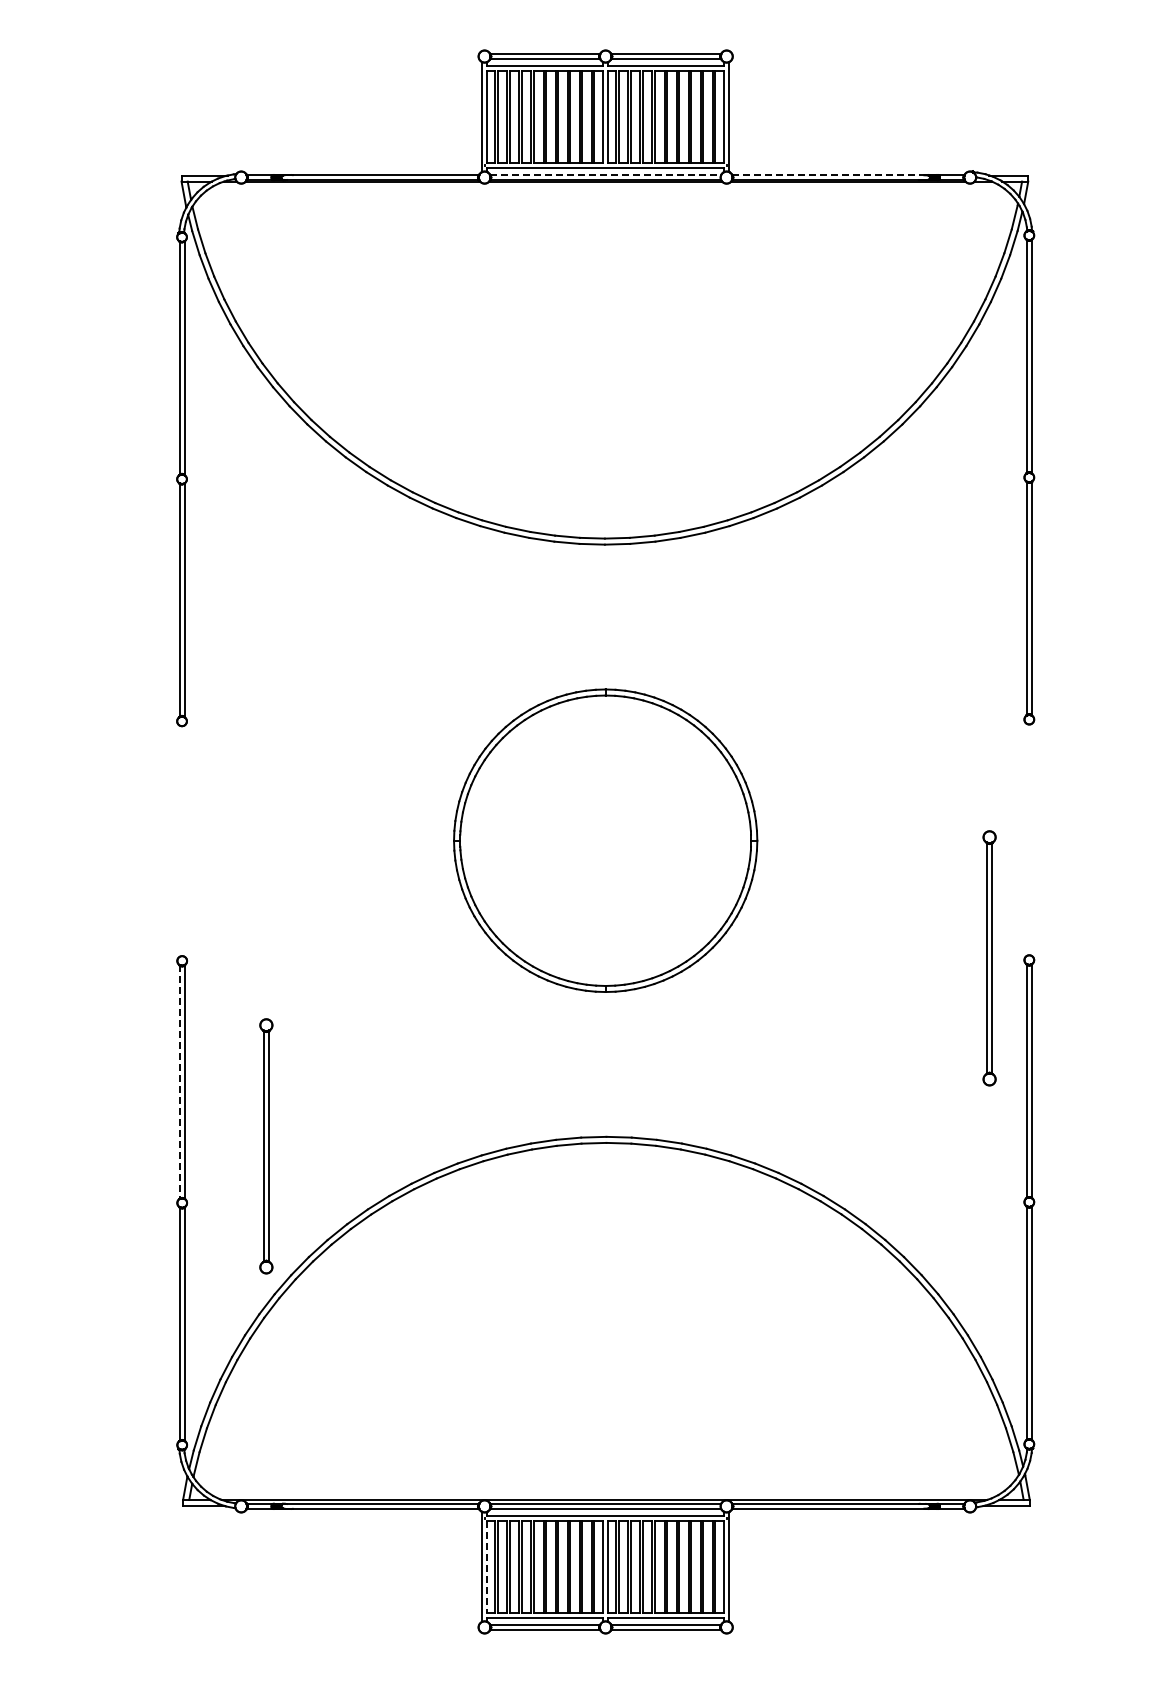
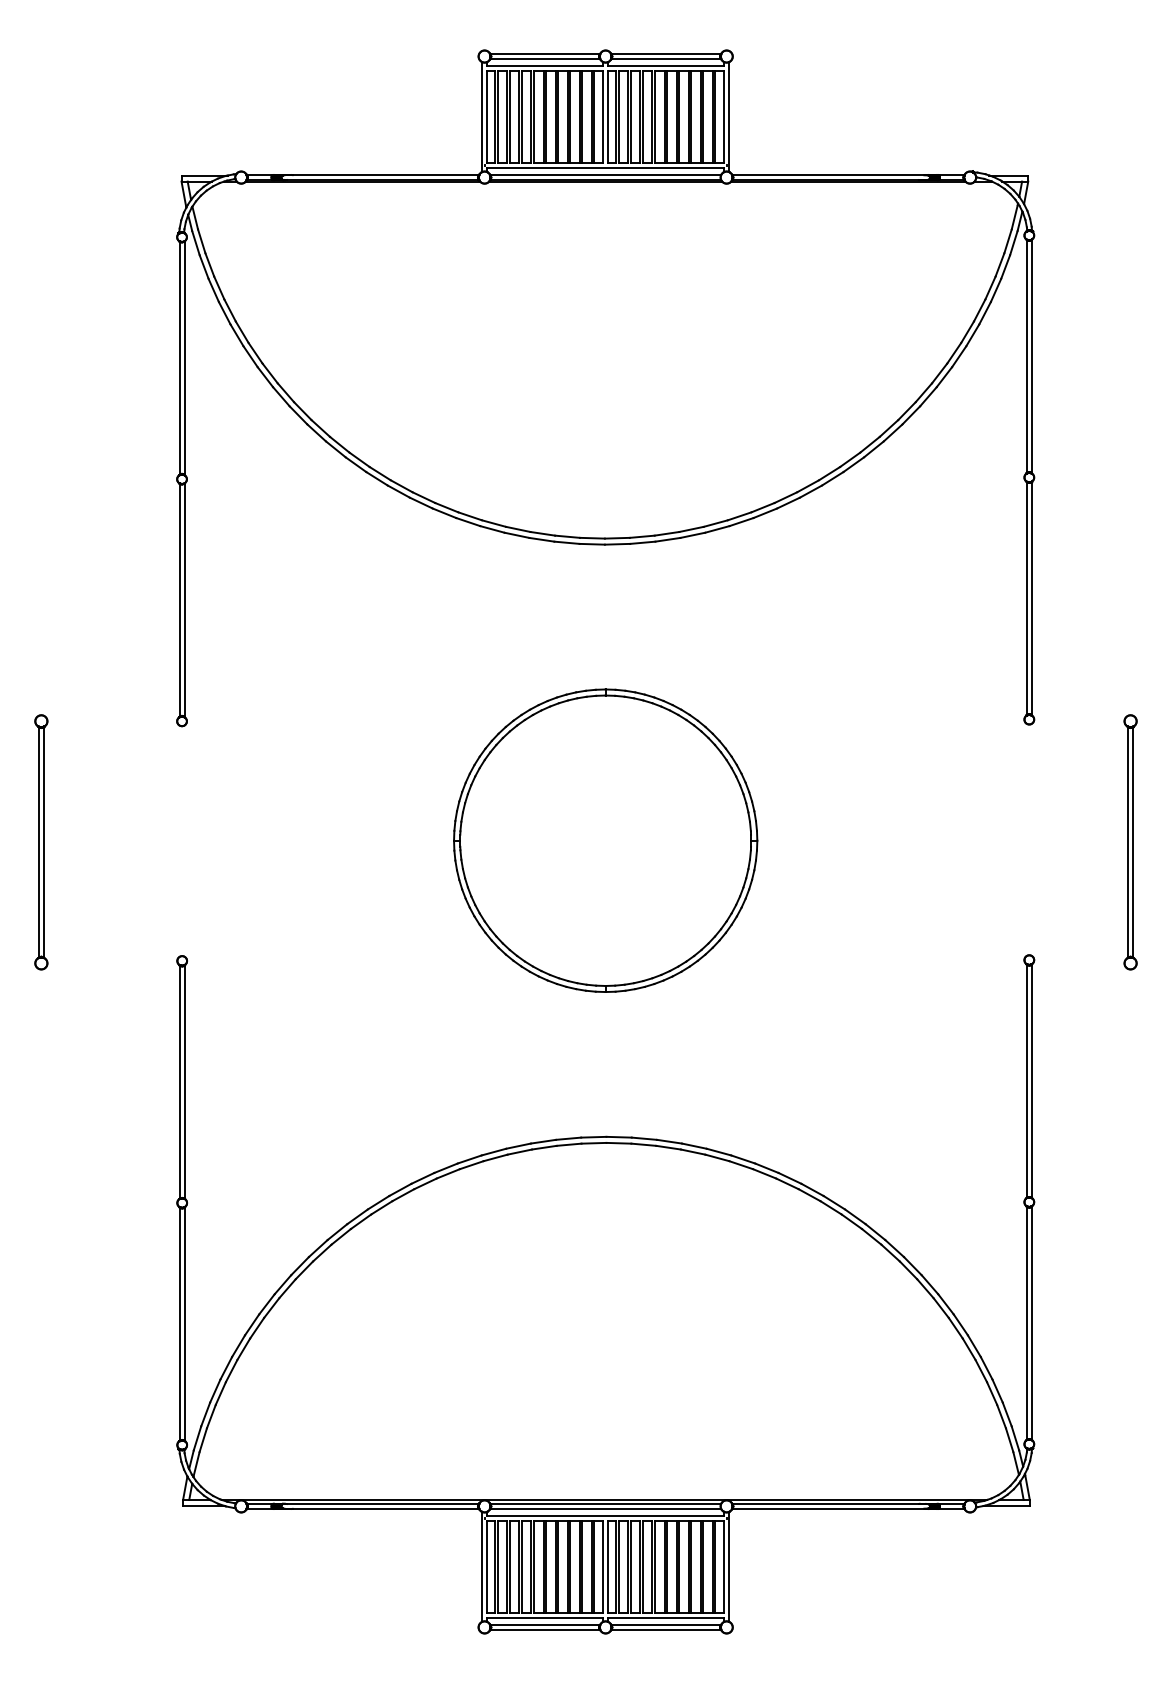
line at (605, 175): dashed -> solid
line at (829, 175): dashed -> solid
part at (989, 958) position: (989, 958) -> (1130, 842)
line at (179, 1082): dashed -> solid
part at (266, 1146) position: (266, 1146) -> (41, 842)
line at (487, 1566): dashed -> solid
